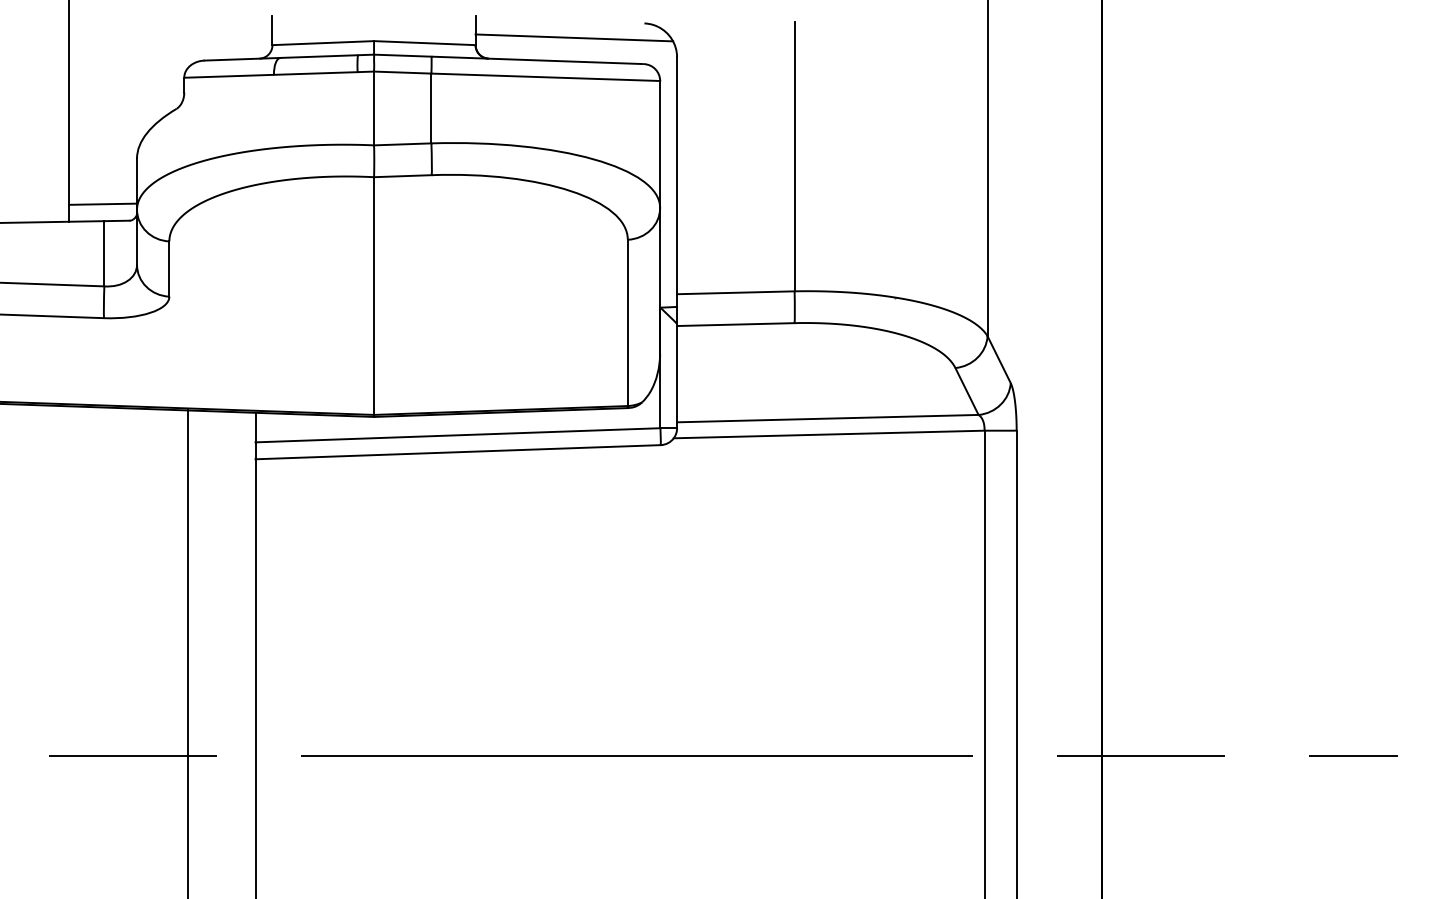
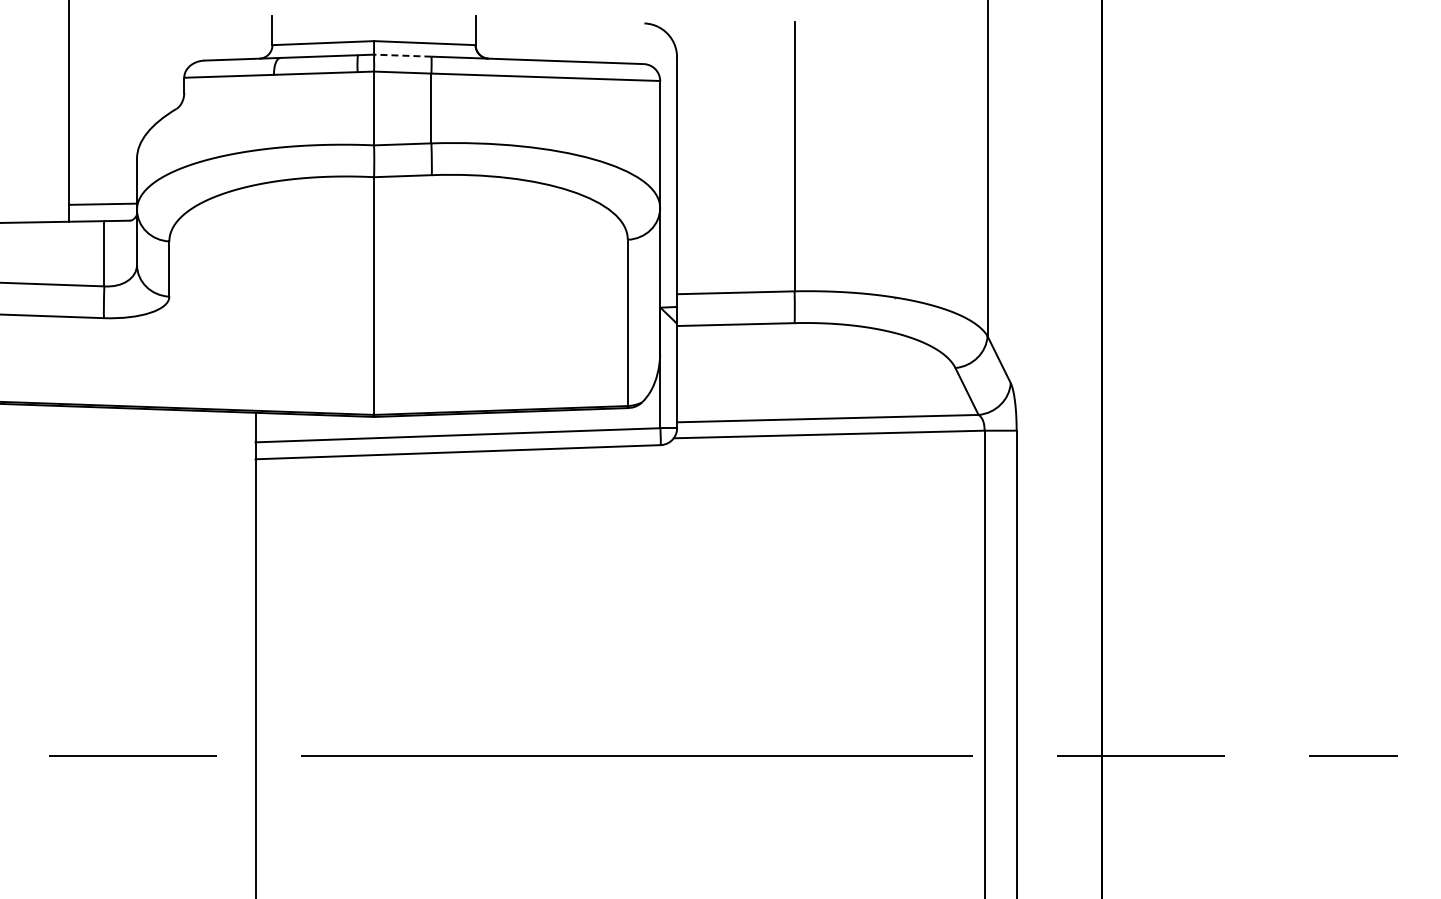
line at (574, 37): present -> none
line at (402, 55): solid -> dashed
line at (187, 652): present -> none
